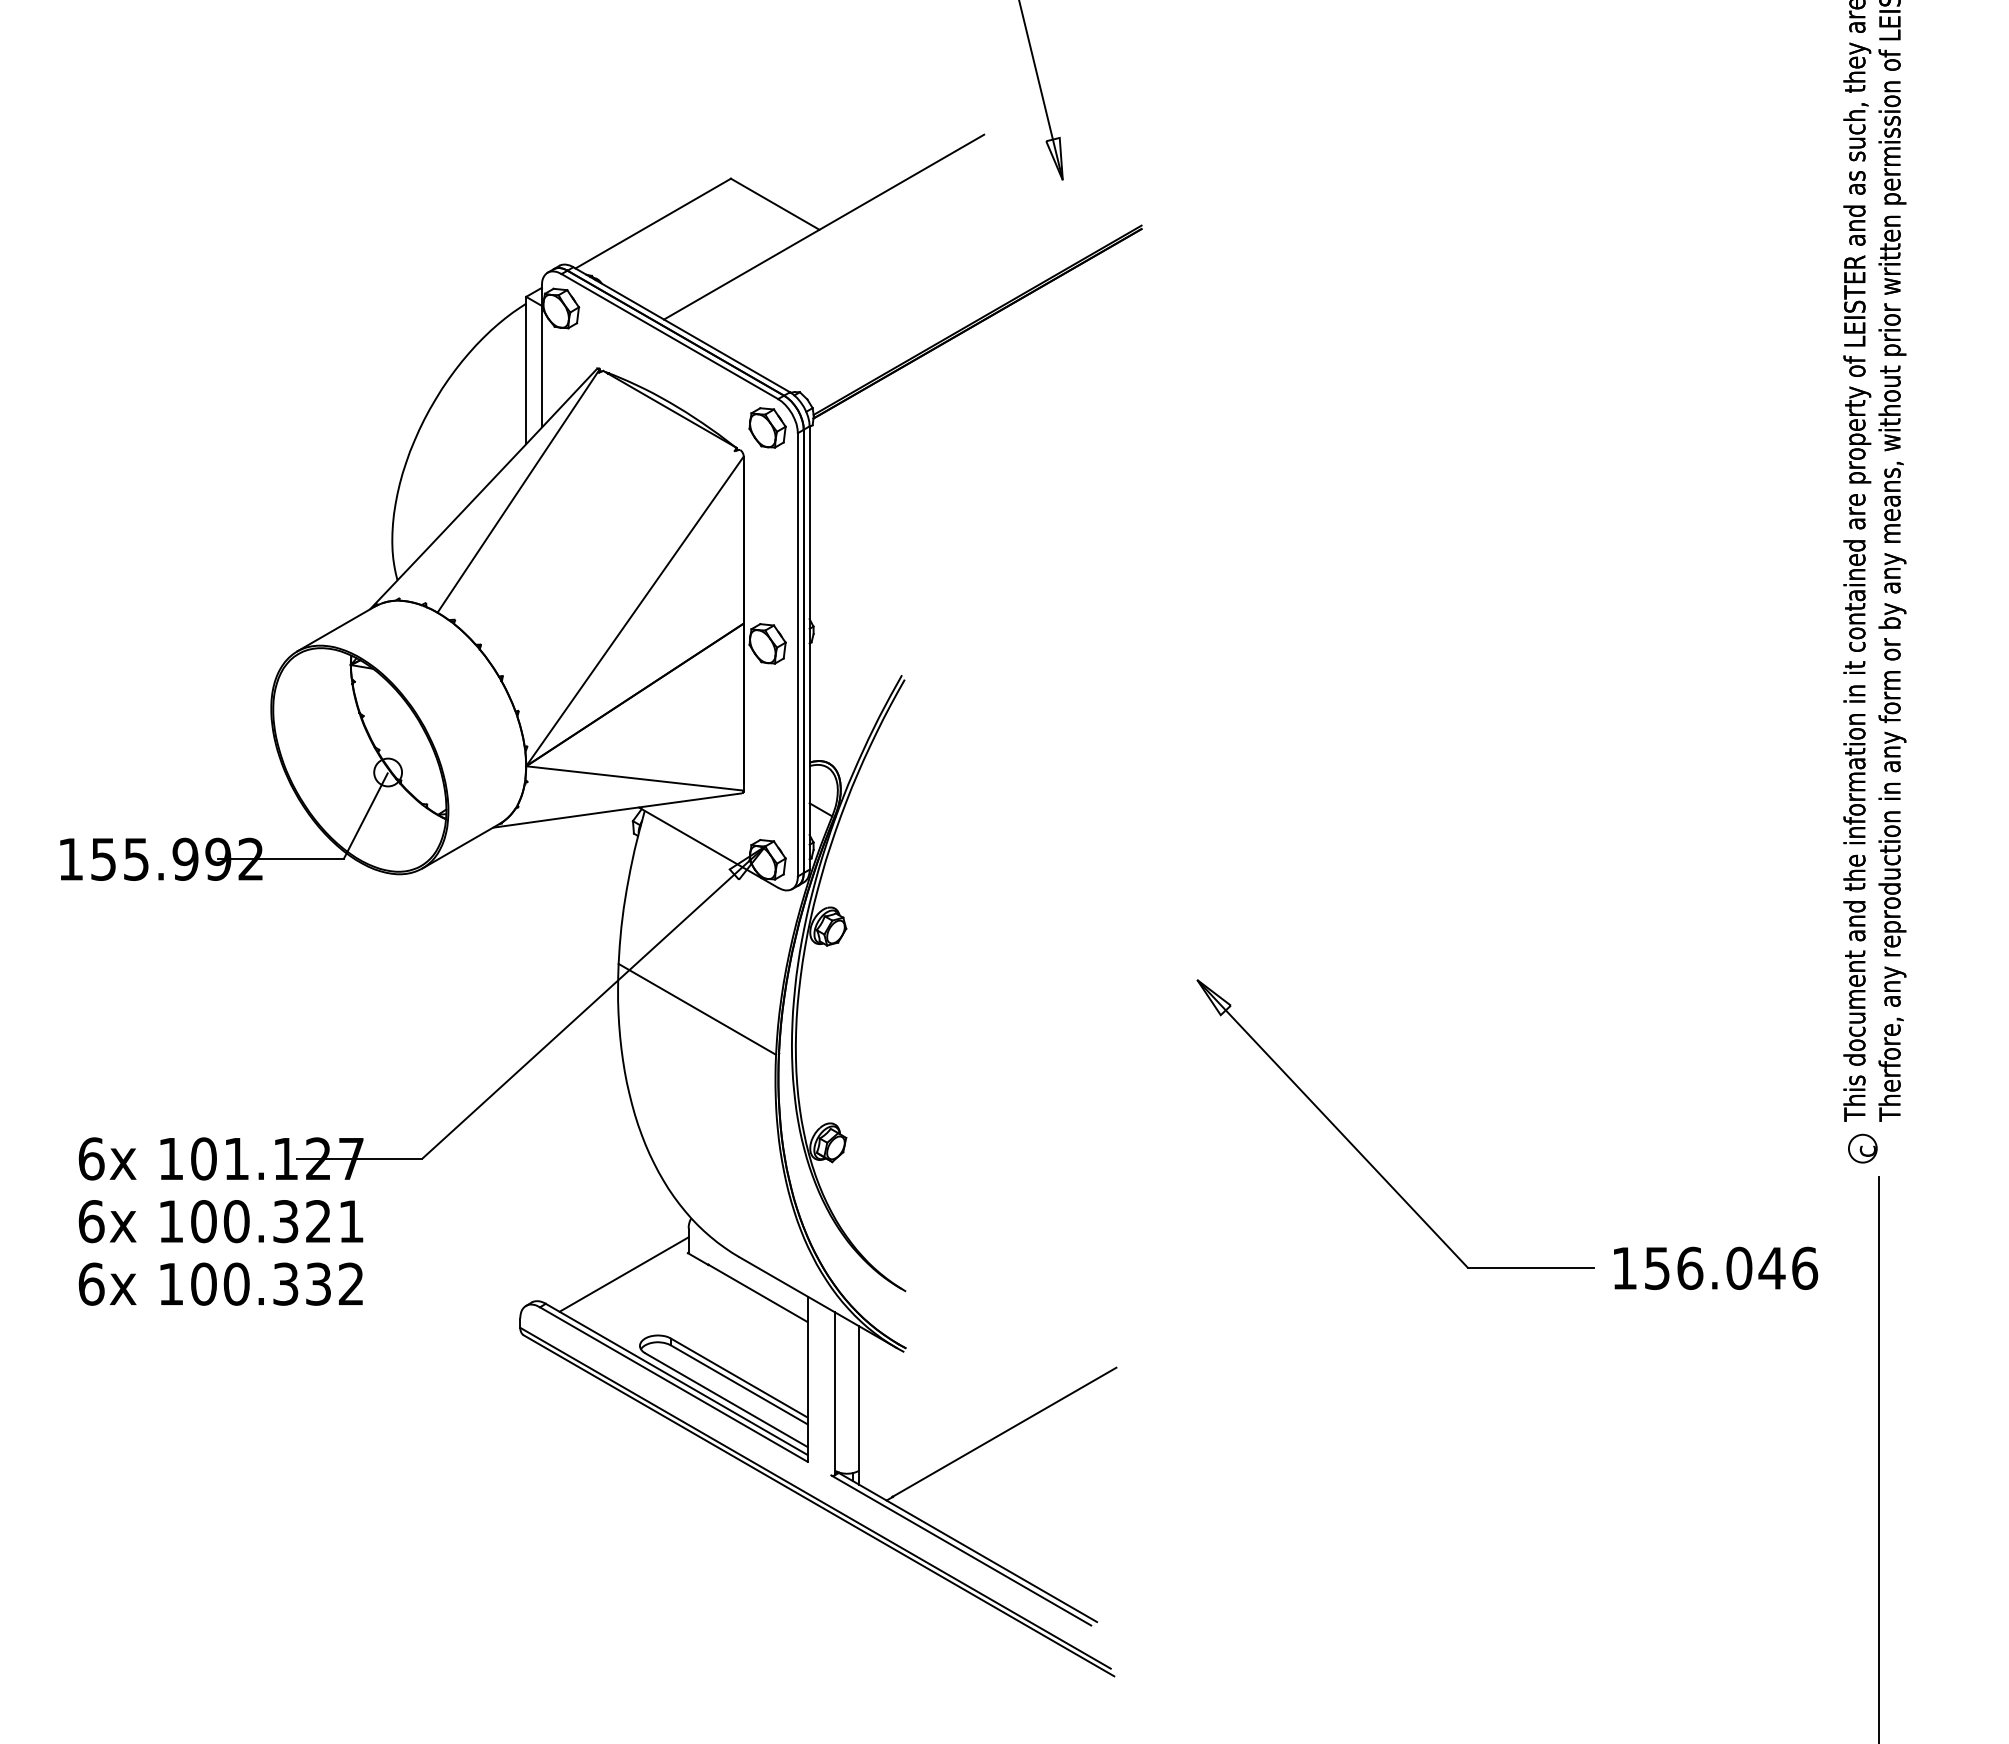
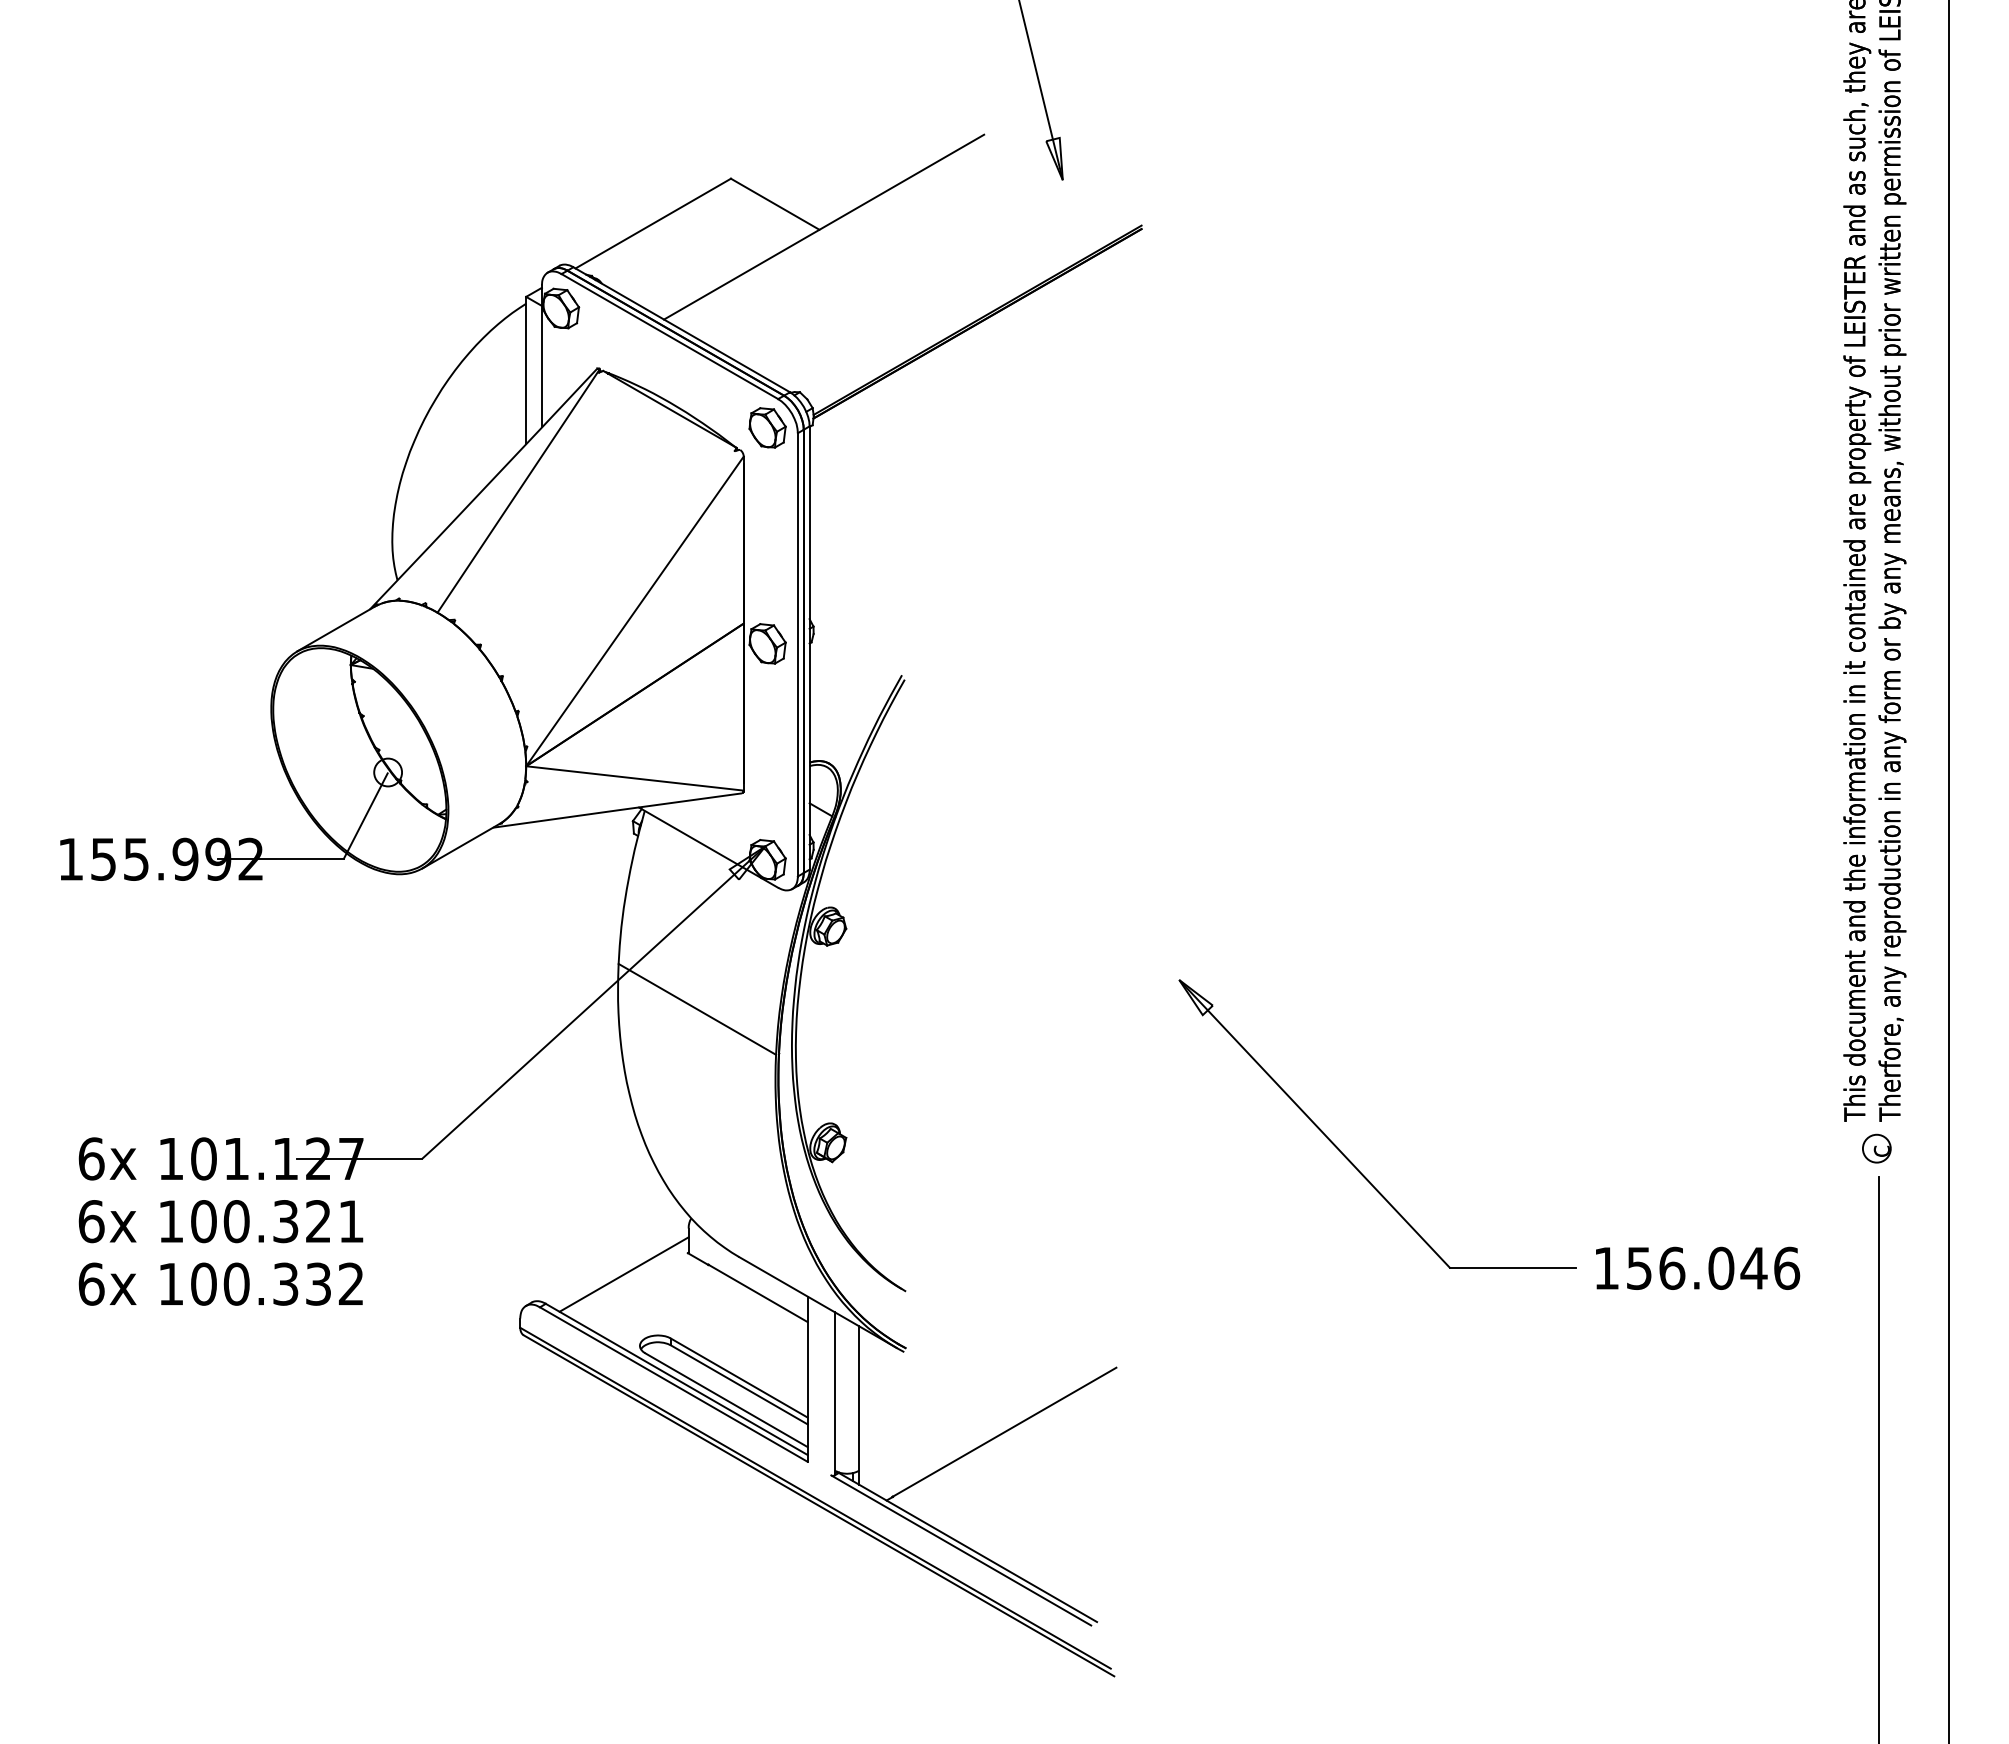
line at (1948, 871): none -> present
part at (1862, 1148) position: (1862, 1148) -> (1876, 1148)
part at (1420, 1215) position: (1420, 1215) -> (1402, 1215)
